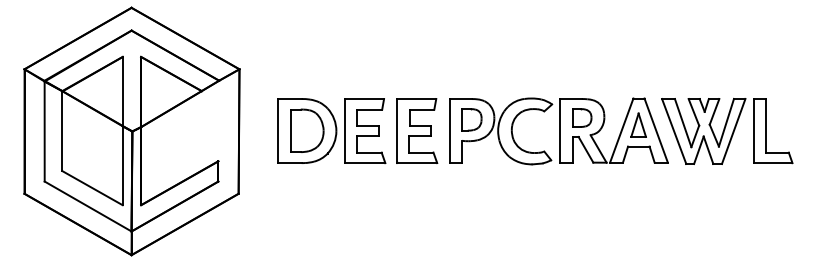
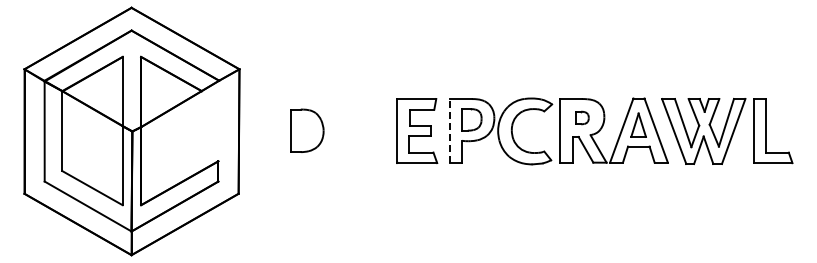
part at (582, 117) size: 21x20 px -> 15x16 px
line at (449, 130): solid -> dashed
part at (331, 131): present -> none
